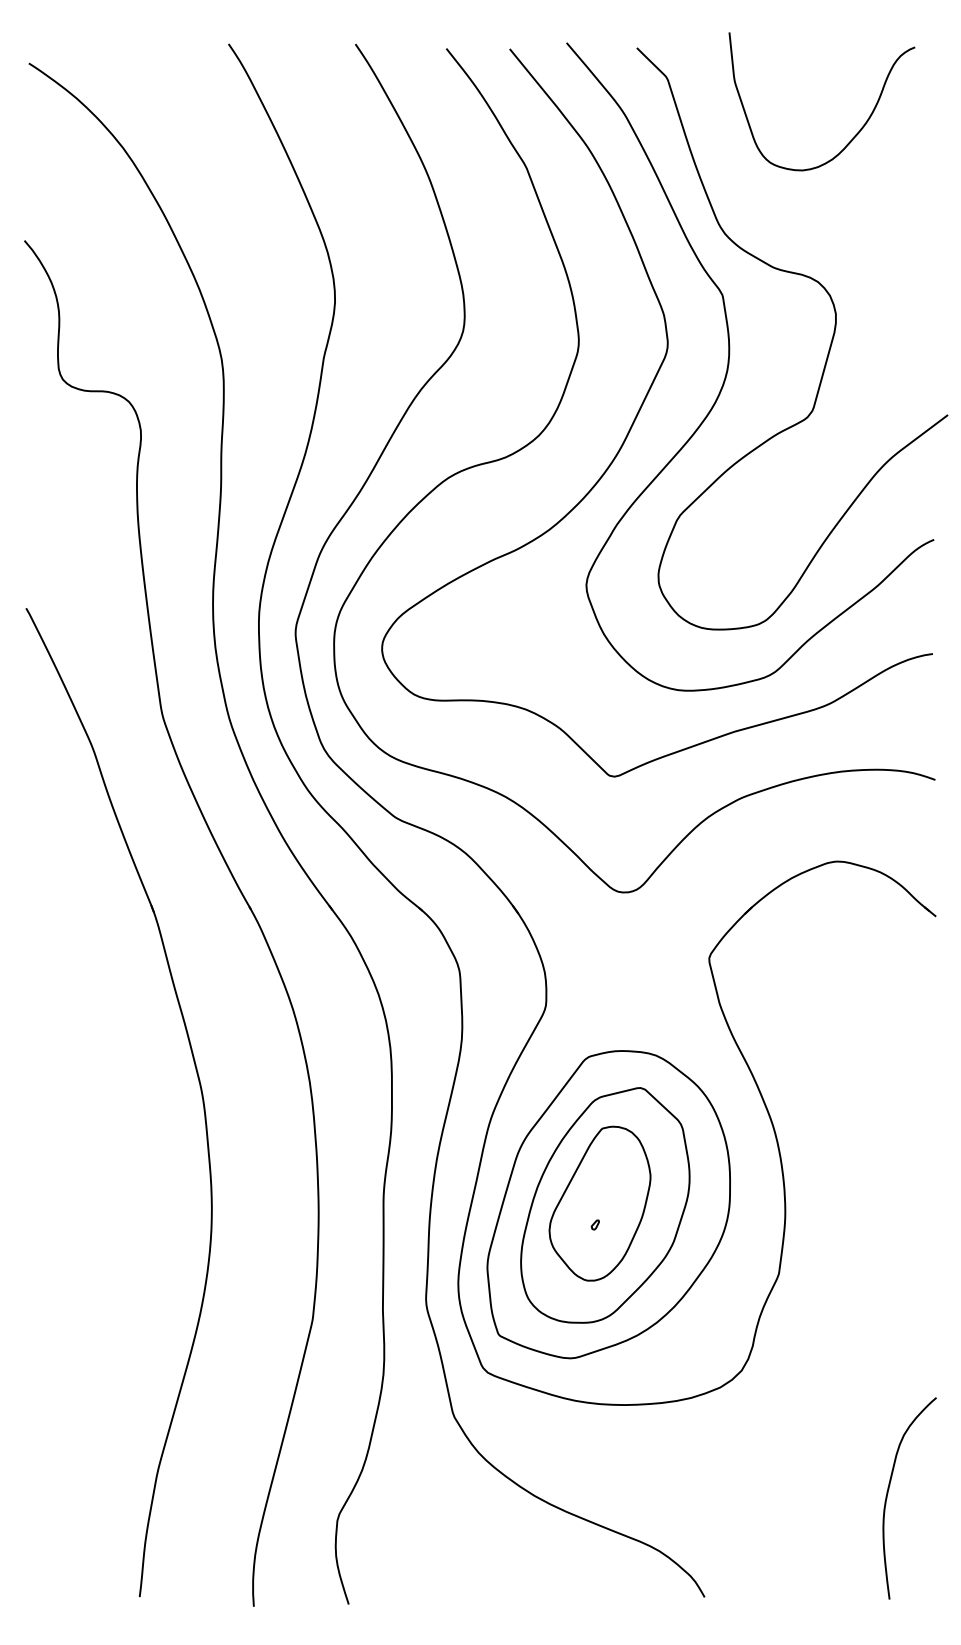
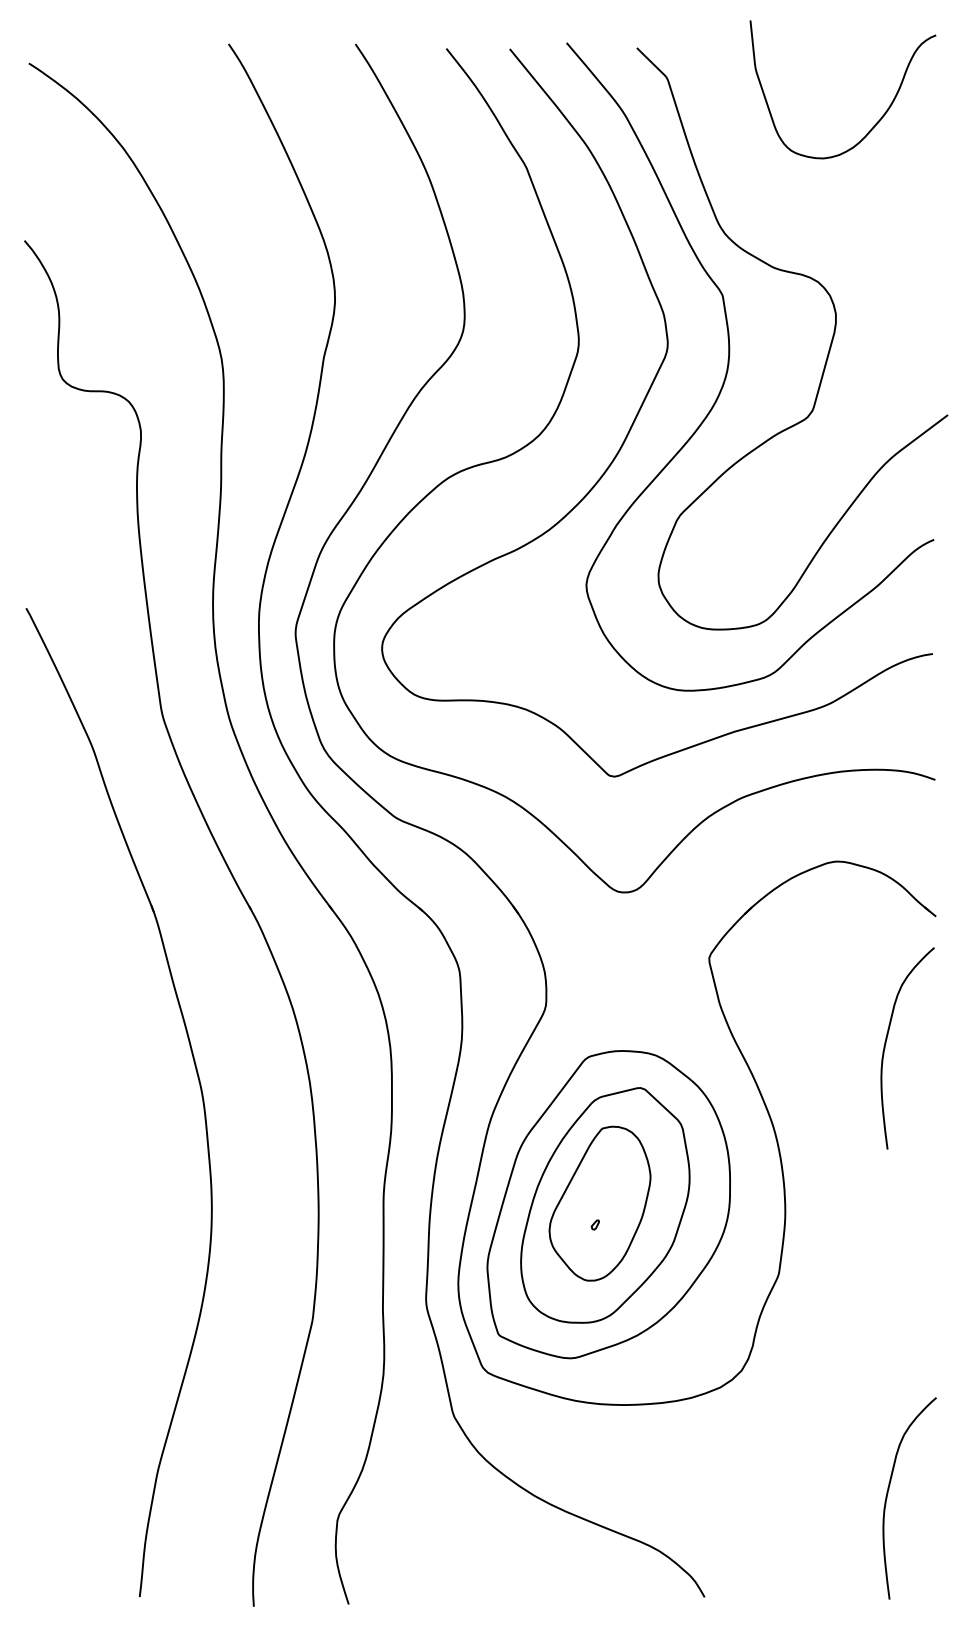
curve at (855, 134) position: (855, 134) -> (876, 122)
curve at (886, 1043): none -> present
